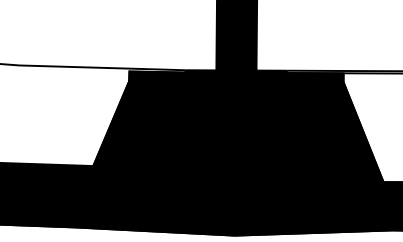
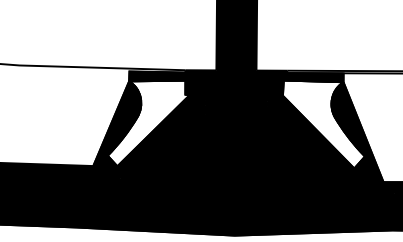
fill at (148, 123): present -> none
fill at (323, 124): present -> none
